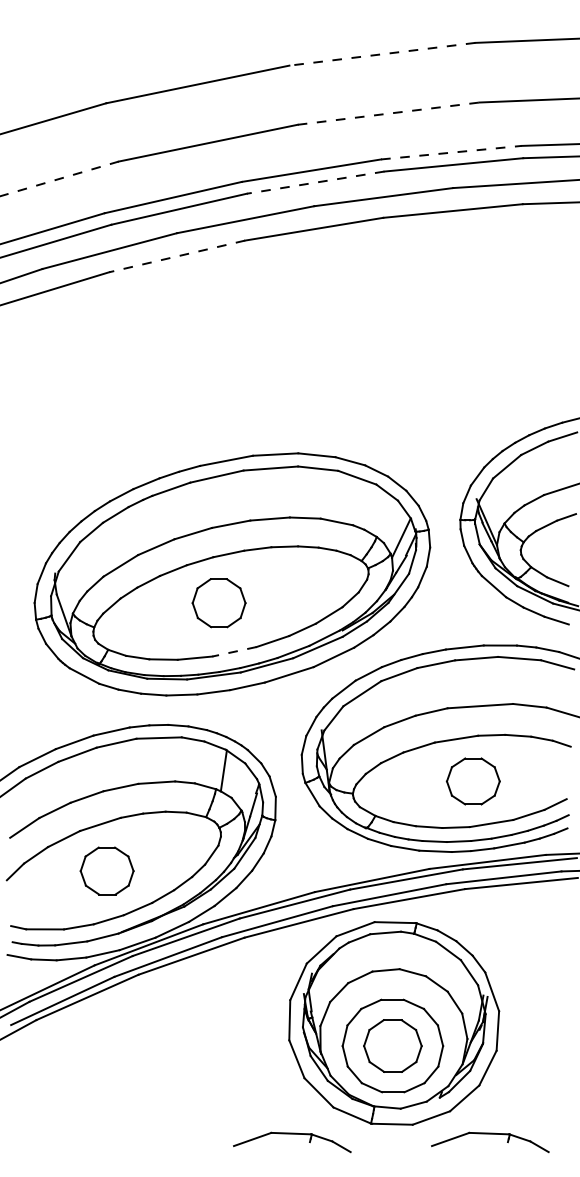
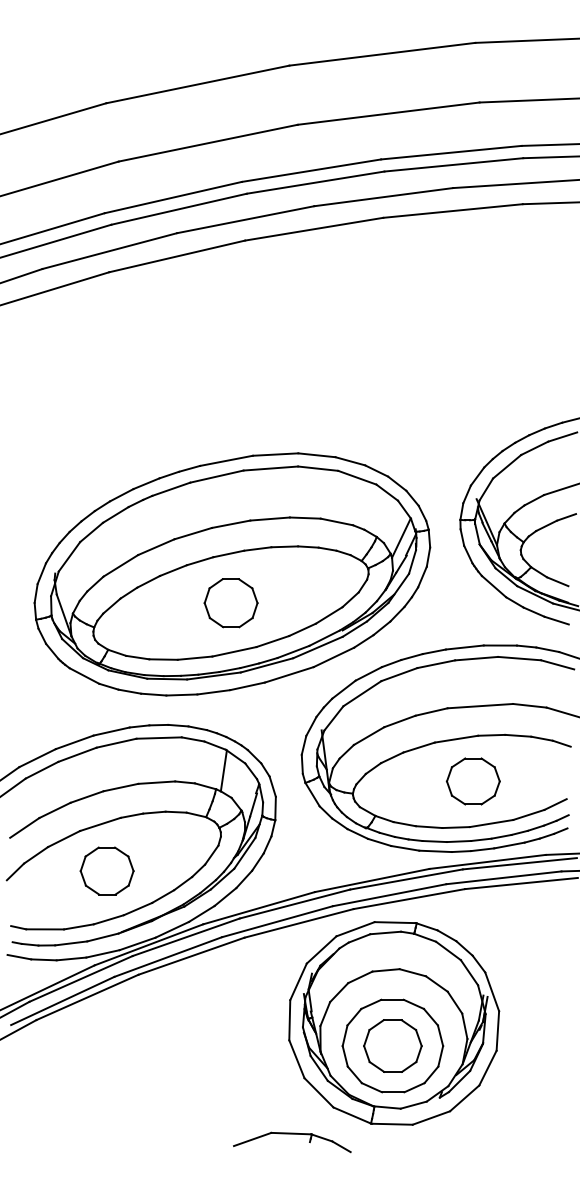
line at (382, 54): dashed -> solid
line at (388, 113): dashed -> solid
line at (451, 152): dashed -> solid
line at (59, 178): dashed -> solid
line at (315, 182): dashed -> solid
line at (177, 256): dashed -> solid
part at (218, 603) position: (218, 603) -> (230, 603)
line at (234, 651): dashed -> solid
part at (490, 1134): present -> none
